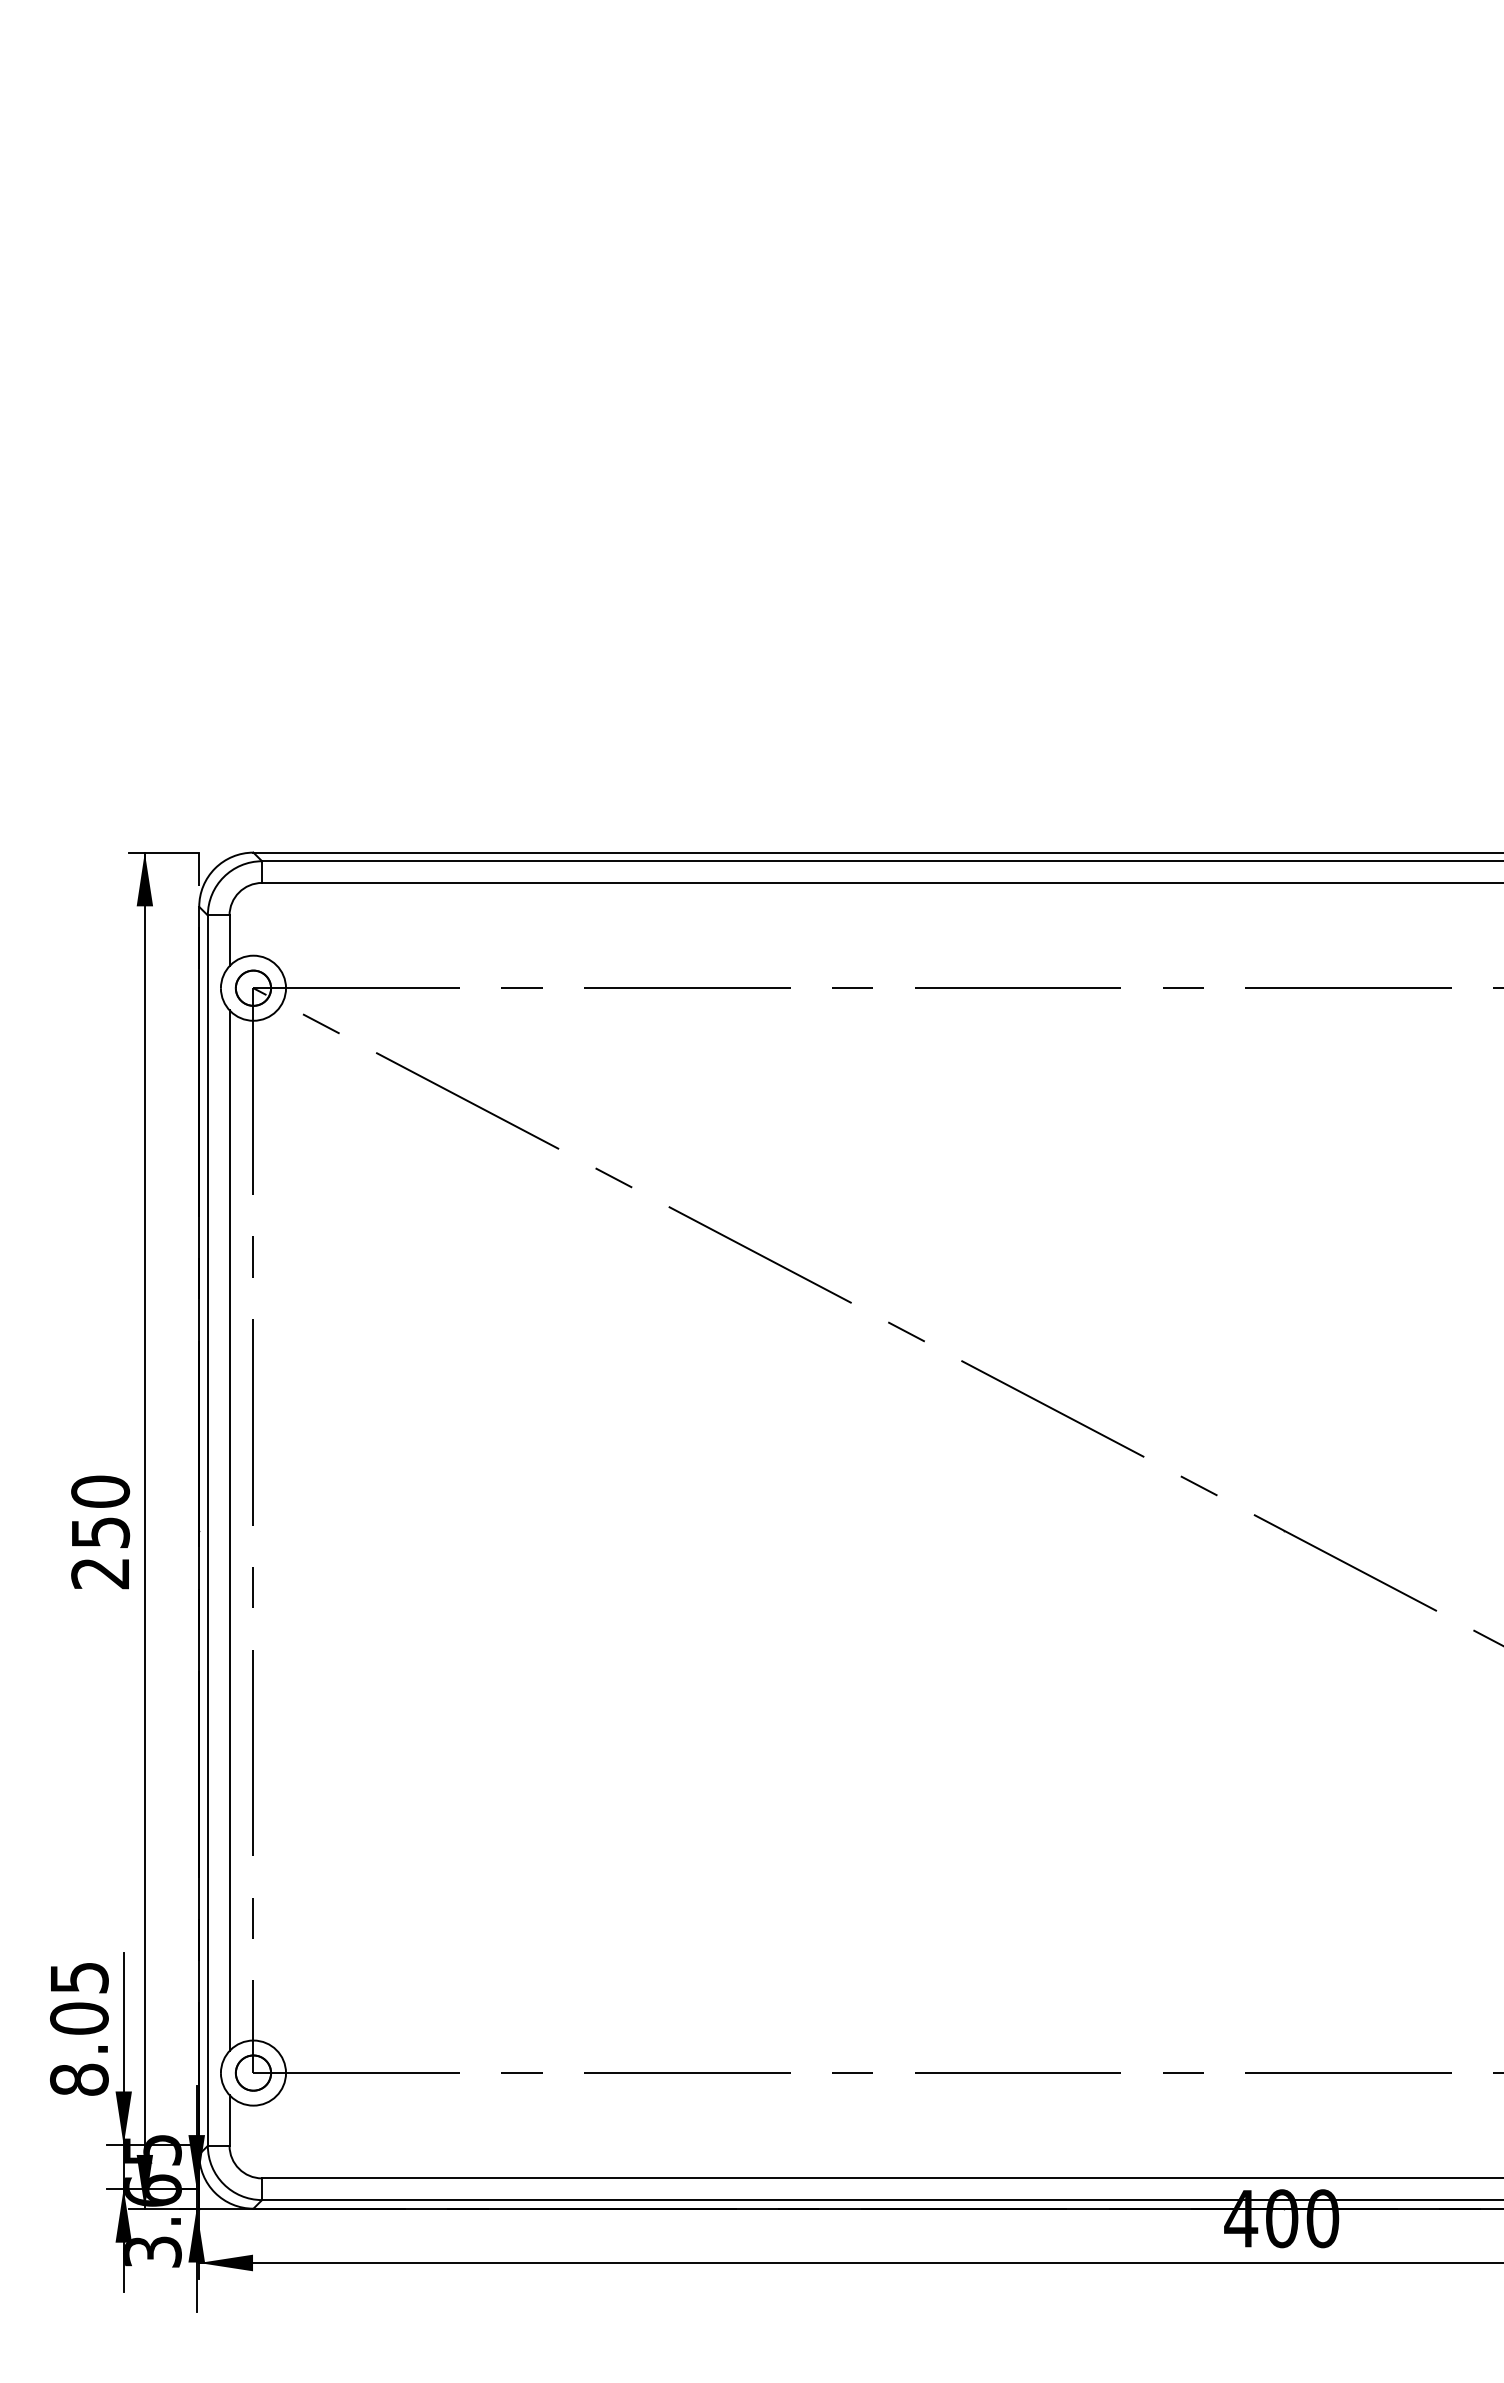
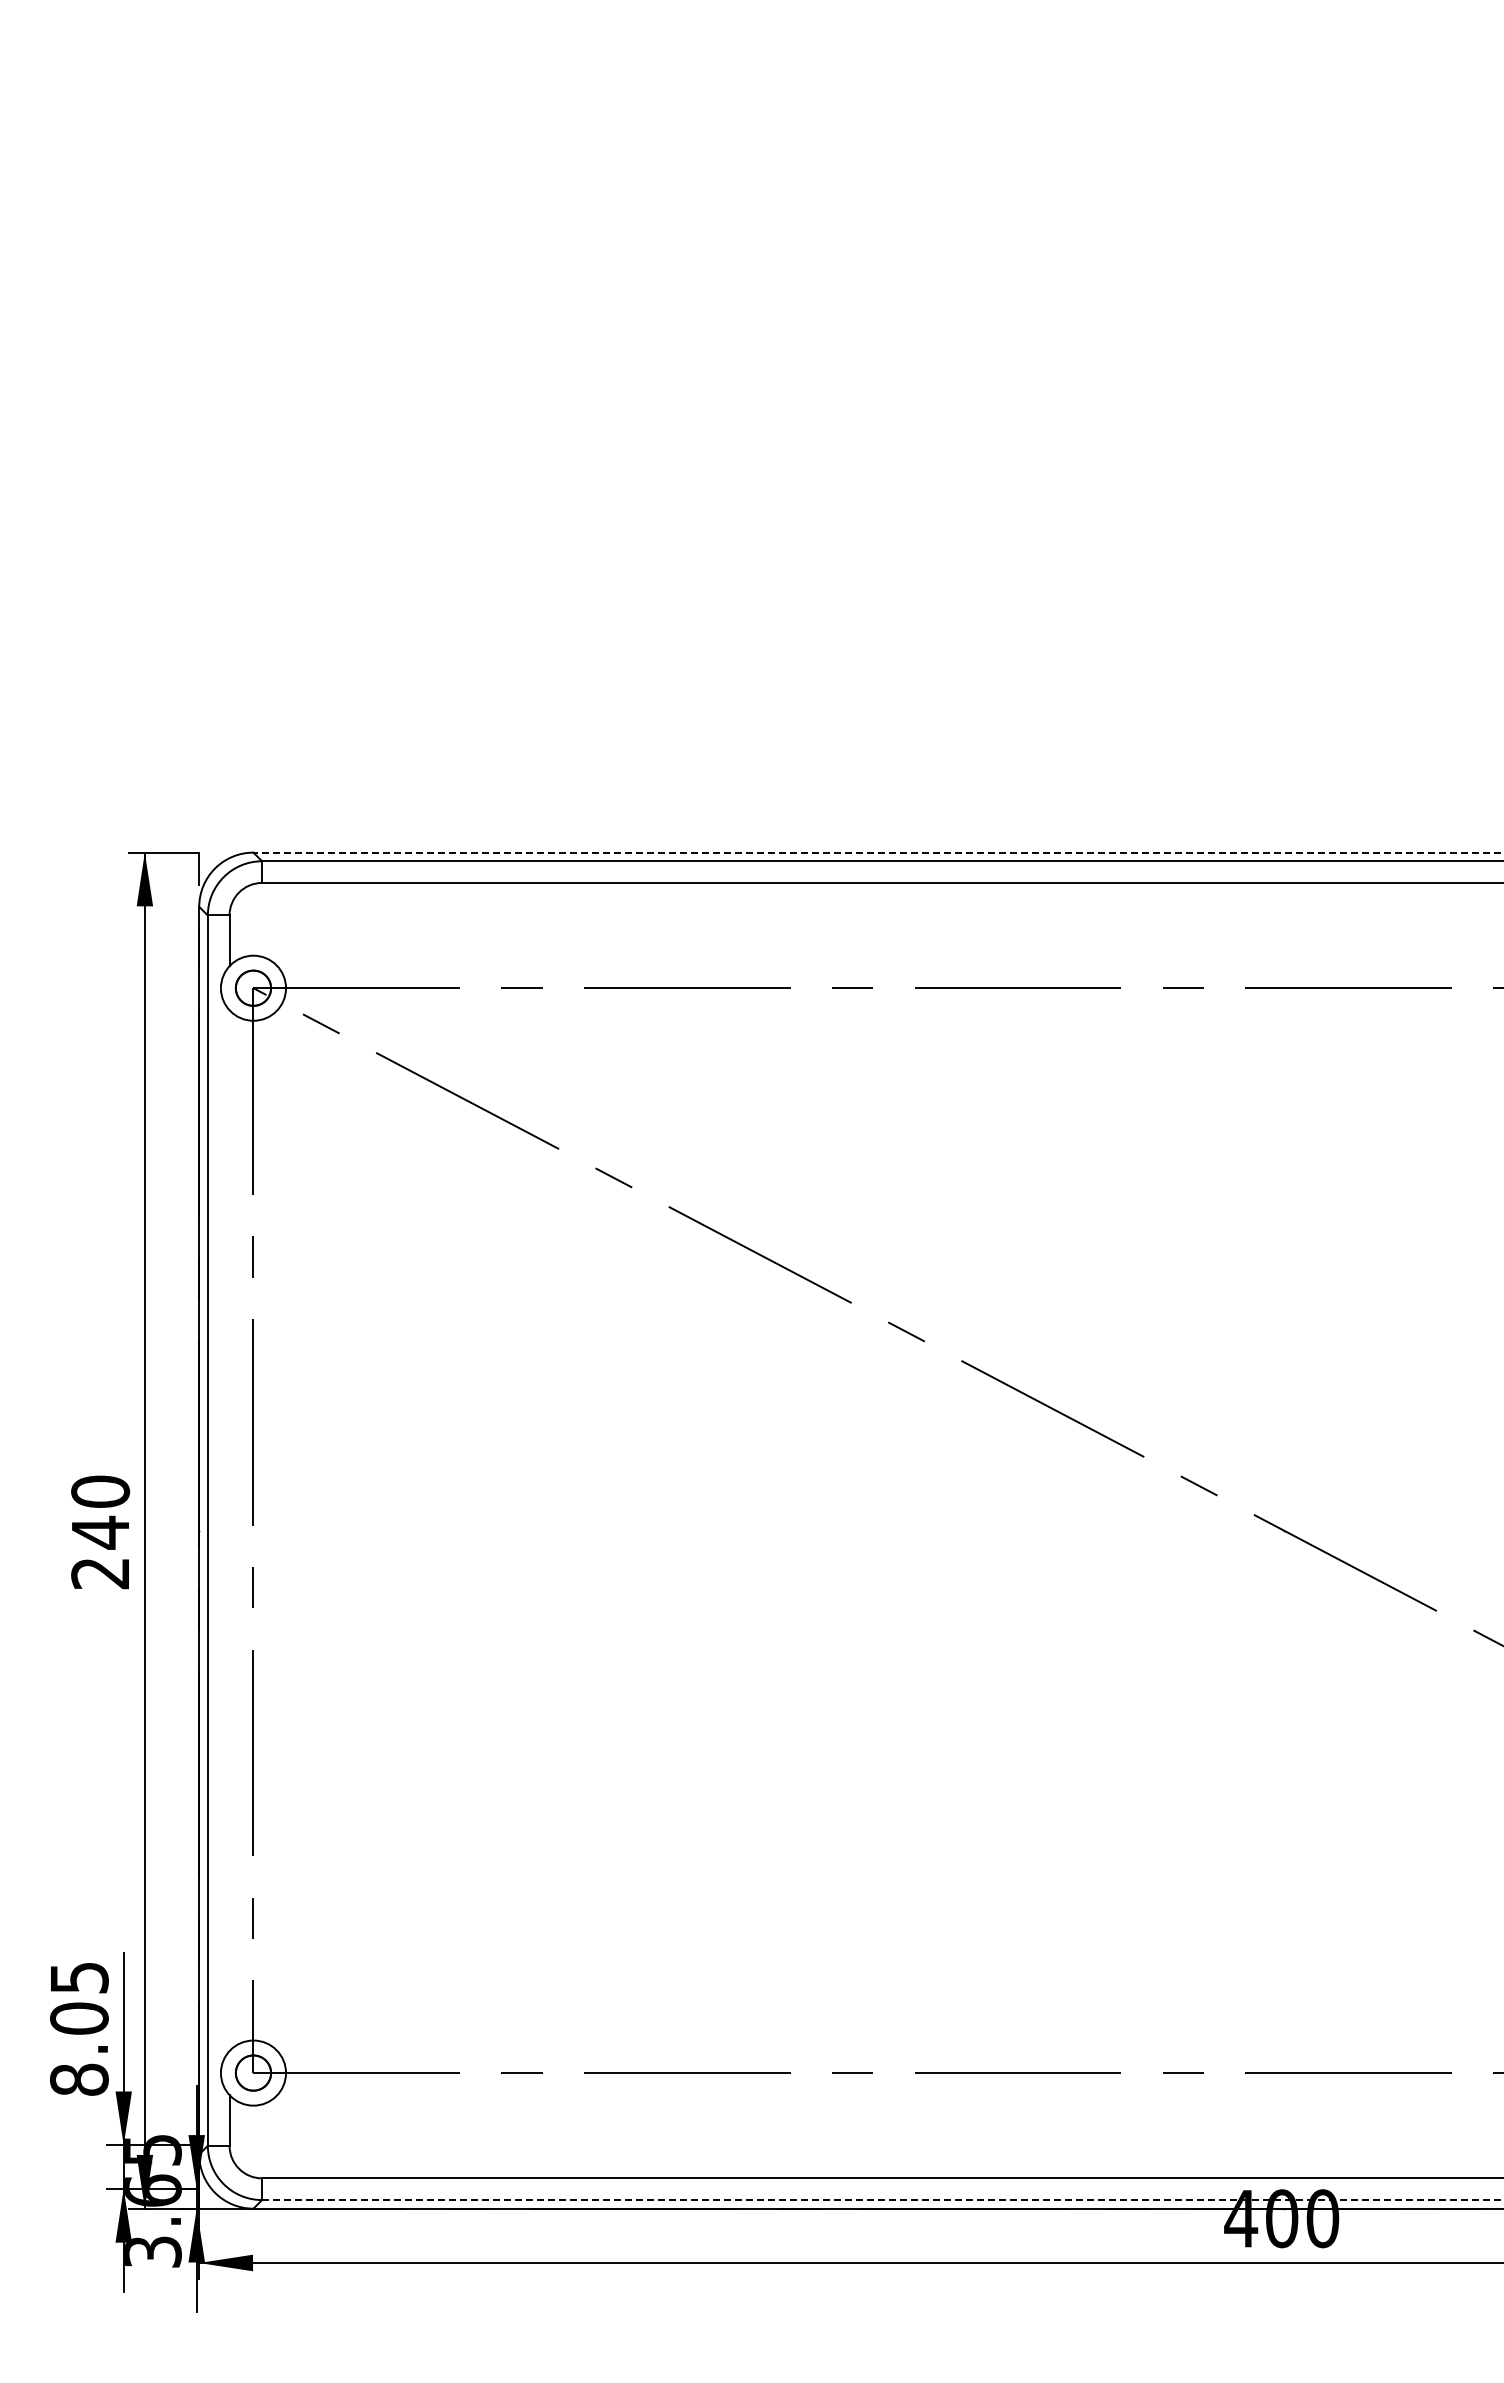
line at (878, 852): solid -> dashed
line at (229, 1530): present -> none
text at (101, 1532): 250 -> 240
line at (883, 2200): solid -> dashed
